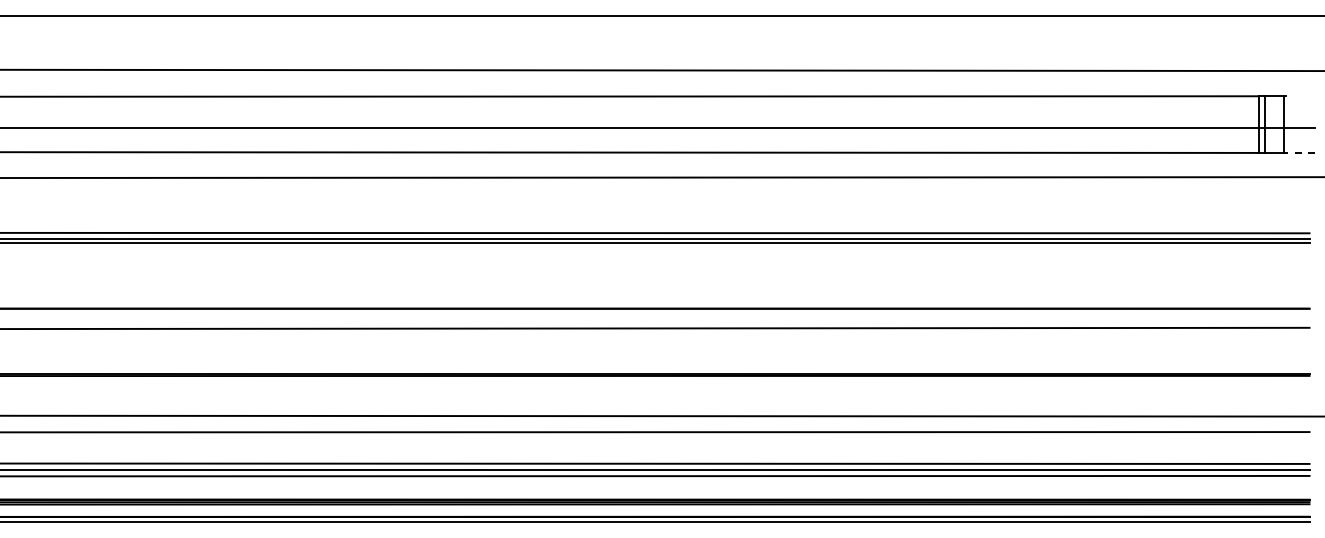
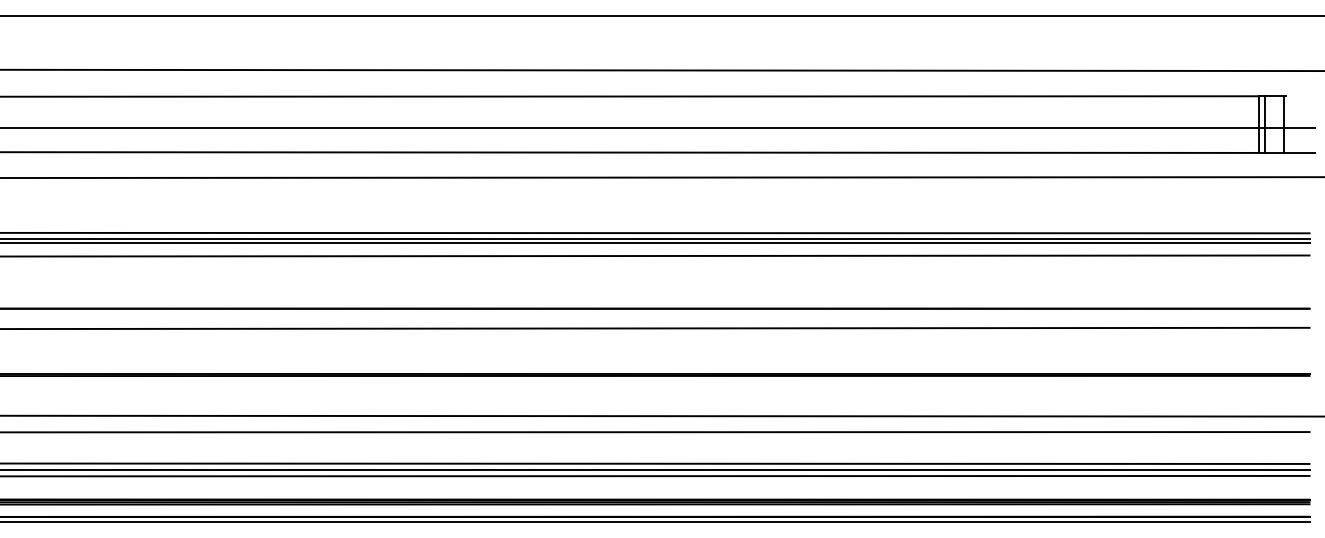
line at (1299, 152): dashed -> solid
line at (655, 255): none -> present
